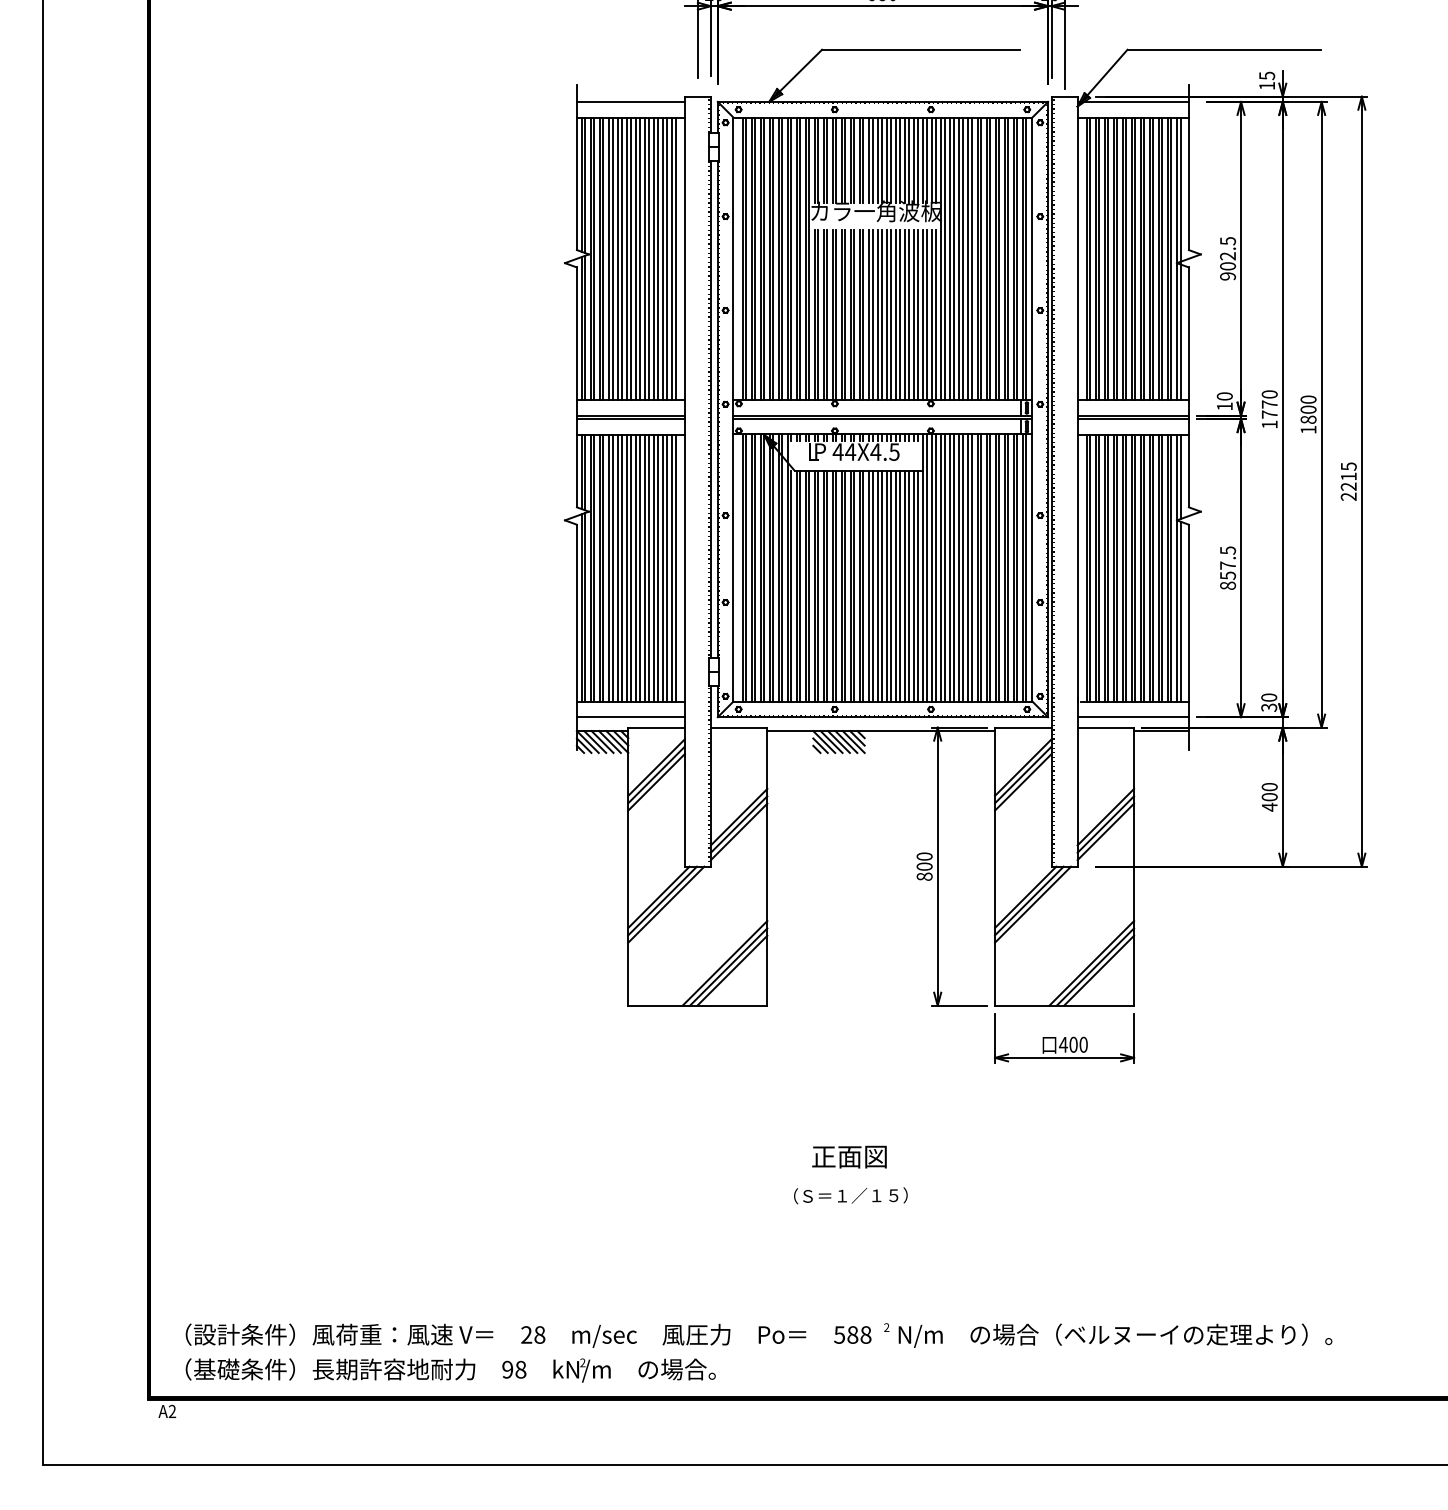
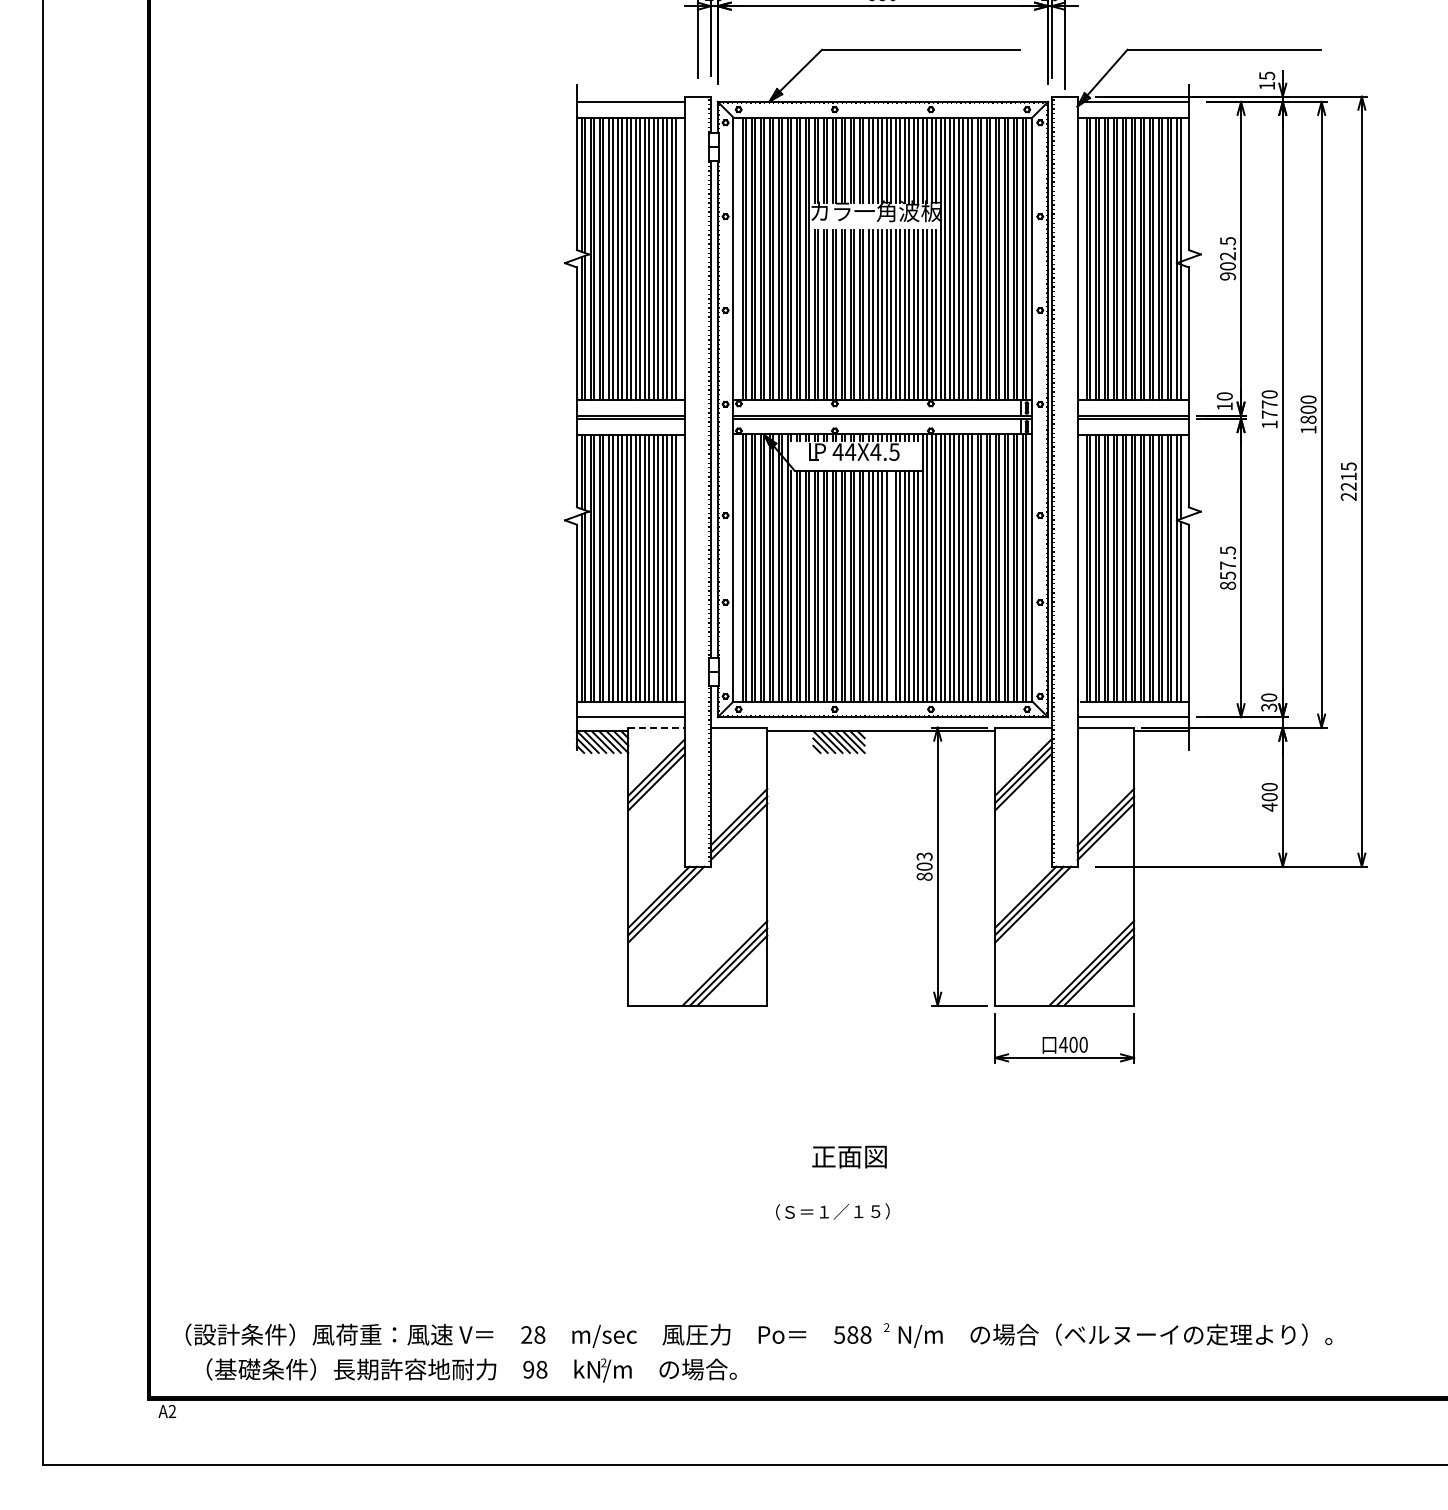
line at (890, 585): present -> none
line at (657, 727): solid -> dashed
text at (924, 856): 800 -> 803
text at (850, 1195) position: (850, 1195) -> (832, 1211)
text at (450, 1370) position: (450, 1370) -> (471, 1370)
